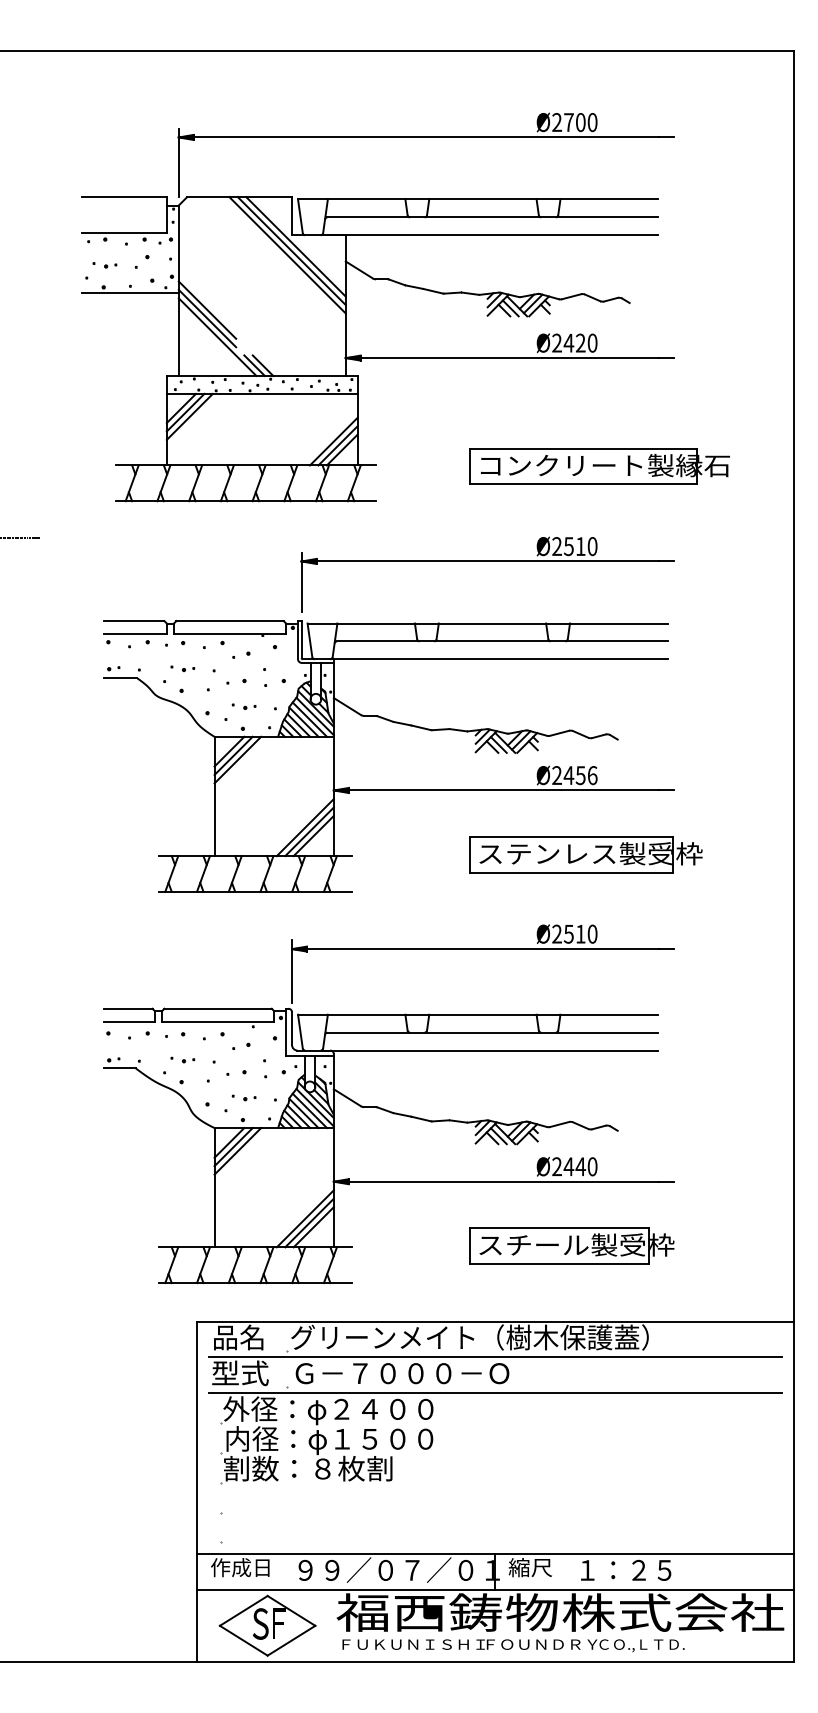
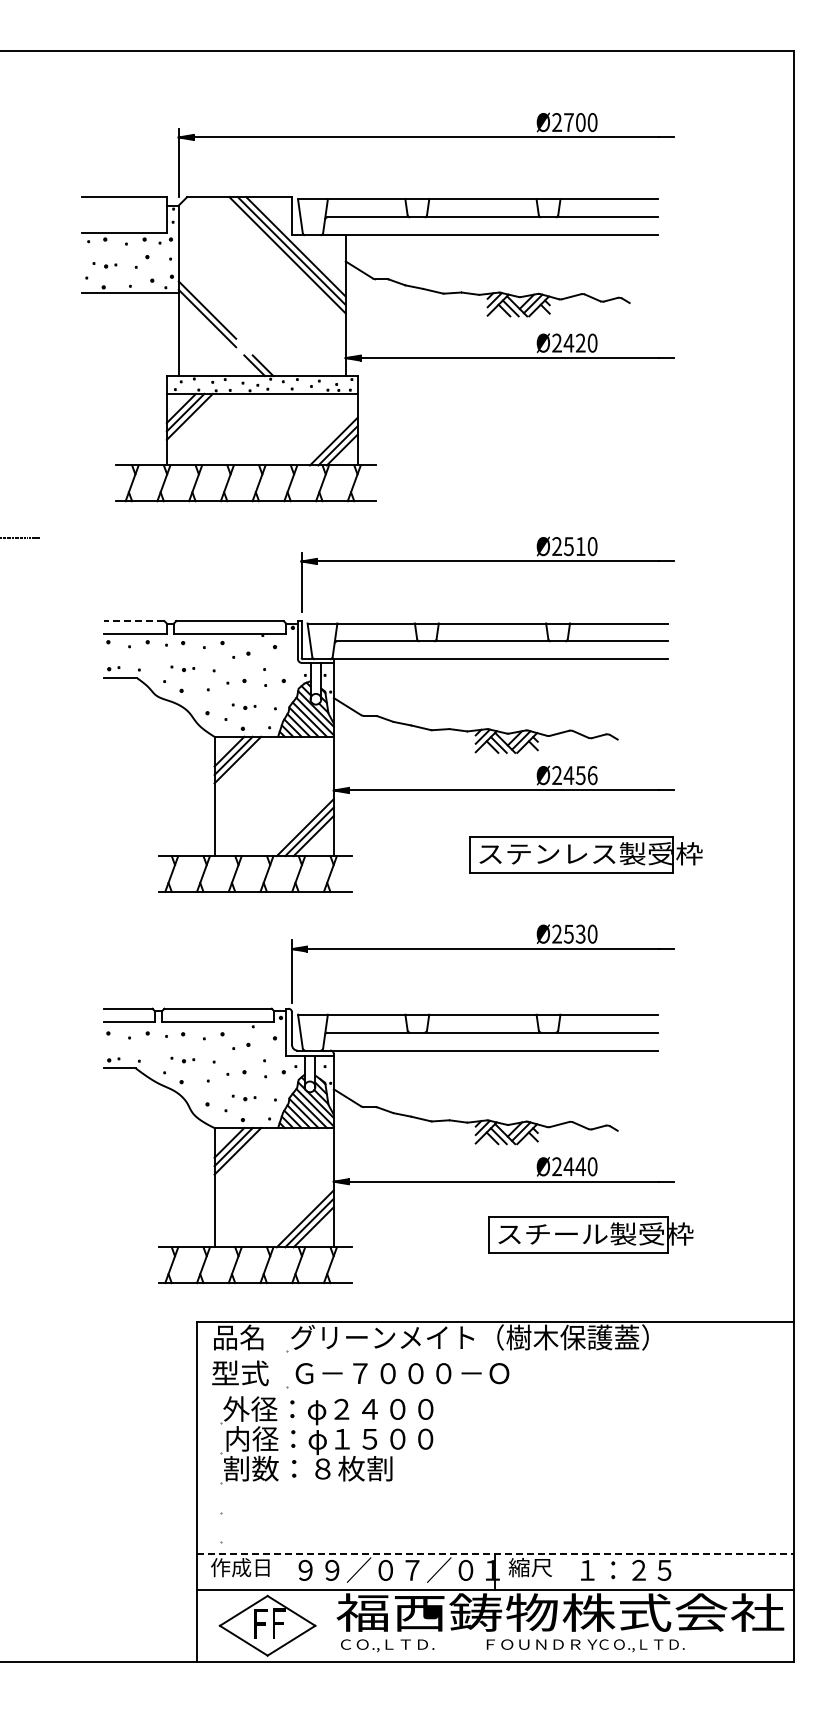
line at (217, 337): present -> none
part at (599, 466): present -> none
line at (133, 621): solid -> dashed
text at (580, 933): Ø2510 -> Ø2530
part at (571, 1245) position: (571, 1245) -> (590, 1234)
line at (495, 1357): present -> none
line at (495, 1393): present -> none
line at (495, 1554): solid -> dashed
text at (260, 1623): S -> F
text at (412, 1645): ＦＵＫＵＮＩＳＨＩ -> ＣＯ.,ＬＴＤ.
